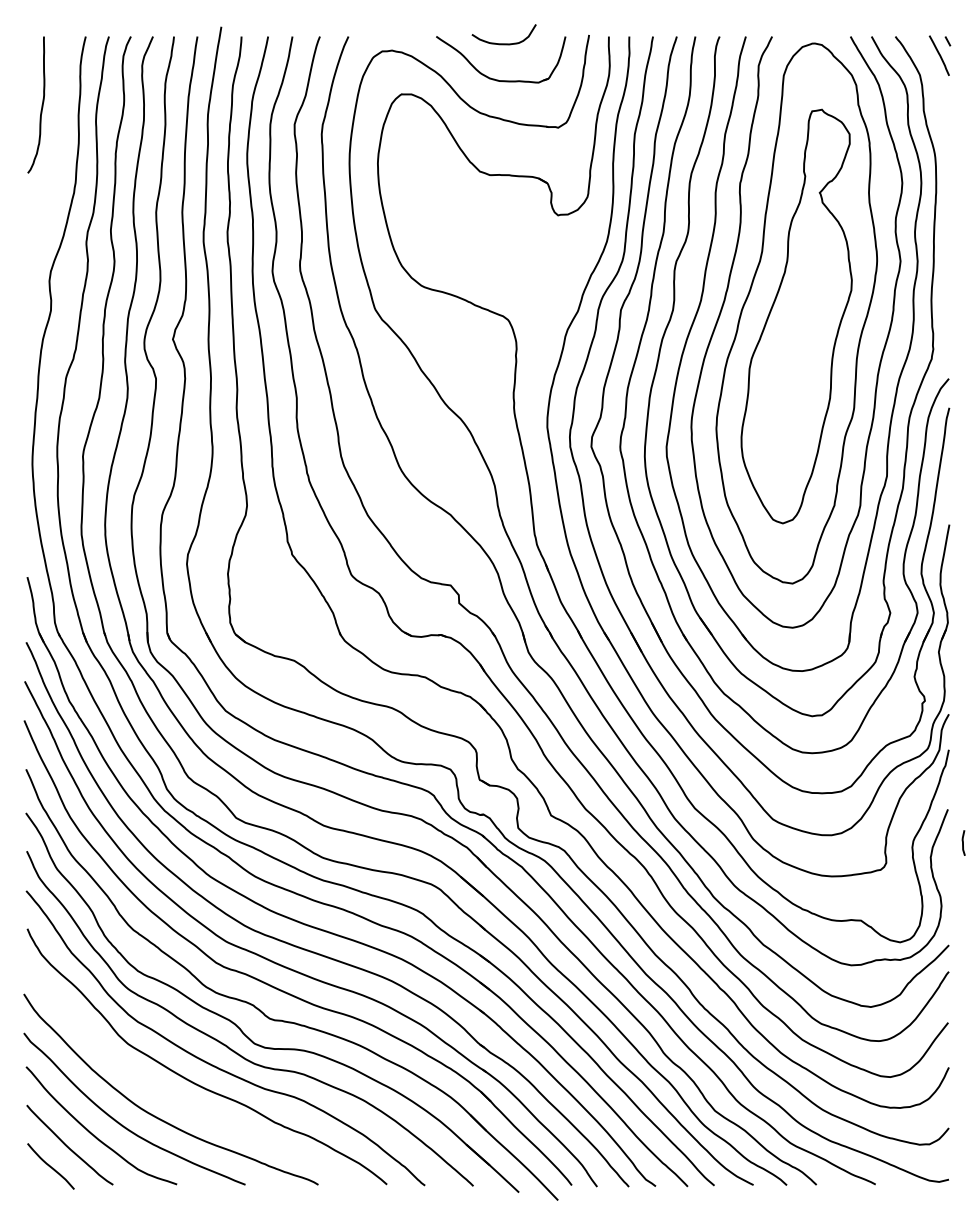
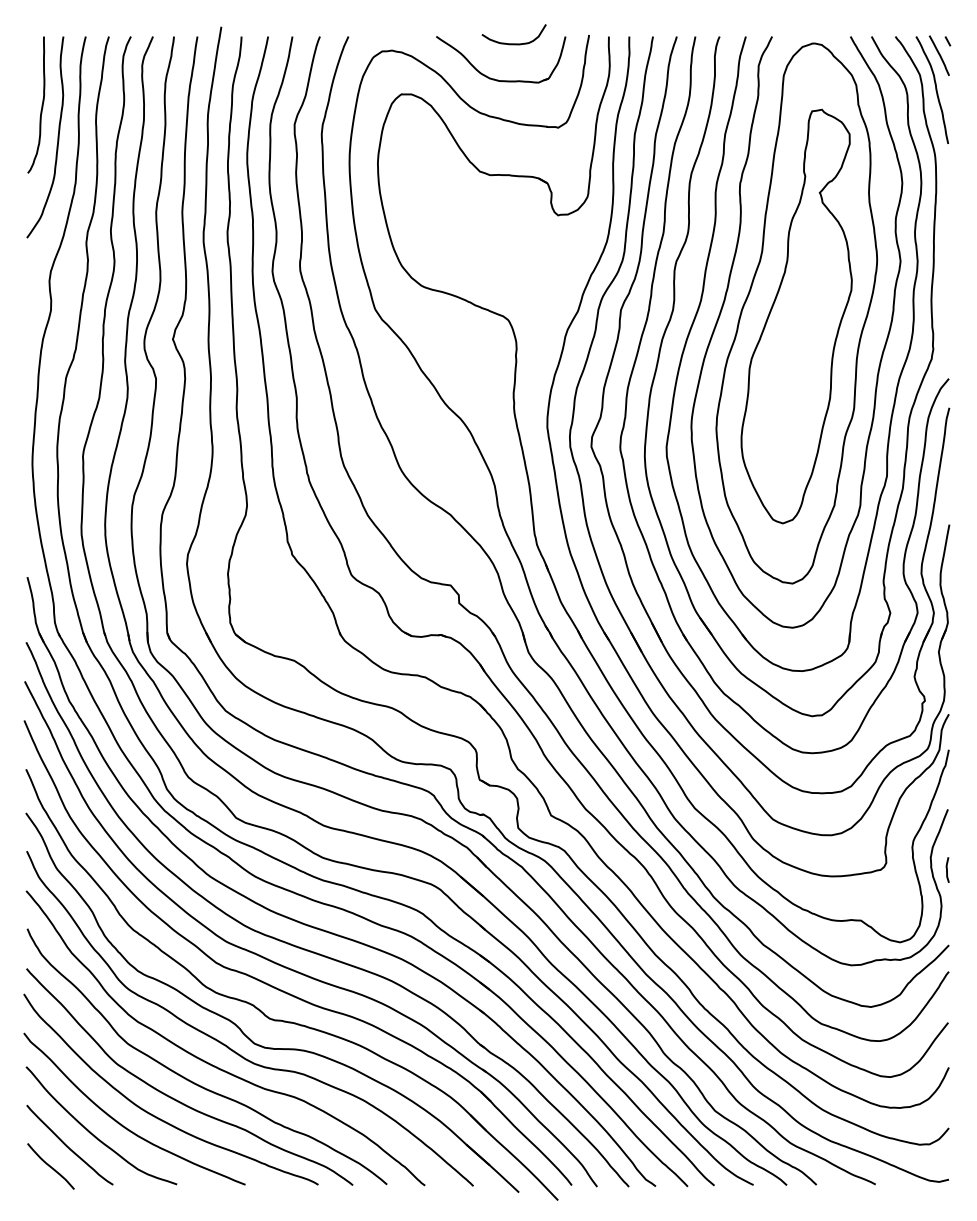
curve at (503, 43) position: (503, 43) -> (513, 43)
curve at (935, 89): none -> present
curve at (57, 137): none -> present
curve at (963, 842) position: (963, 842) -> (947, 869)
curve at (173, 1097): none -> present
